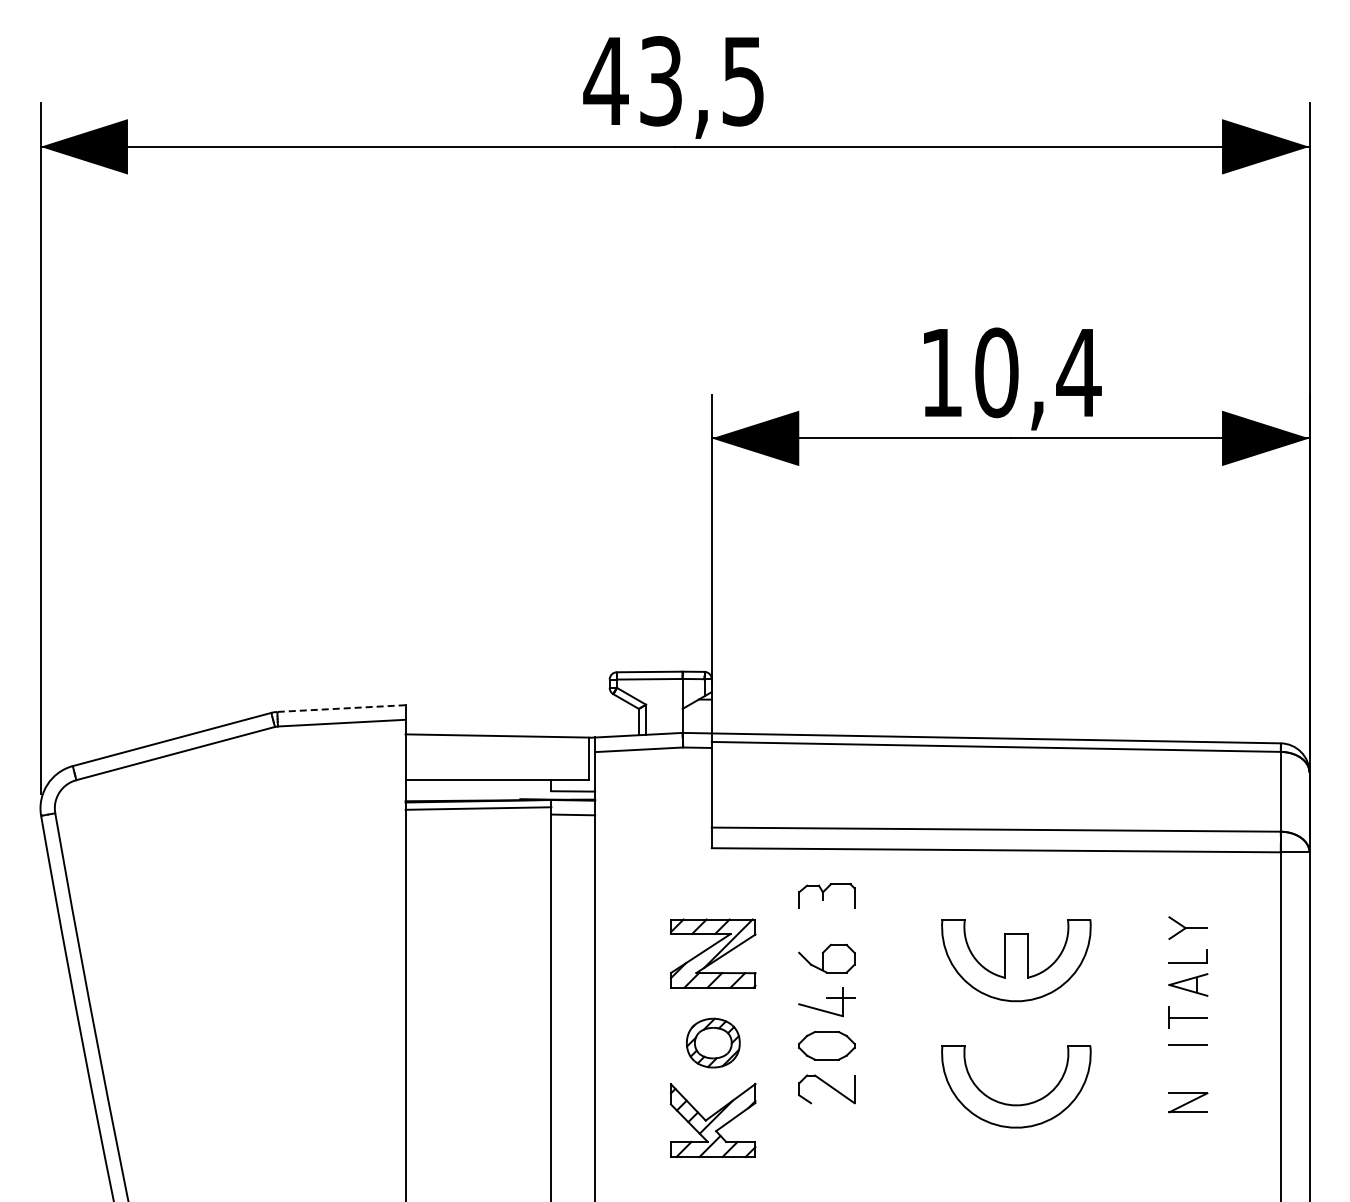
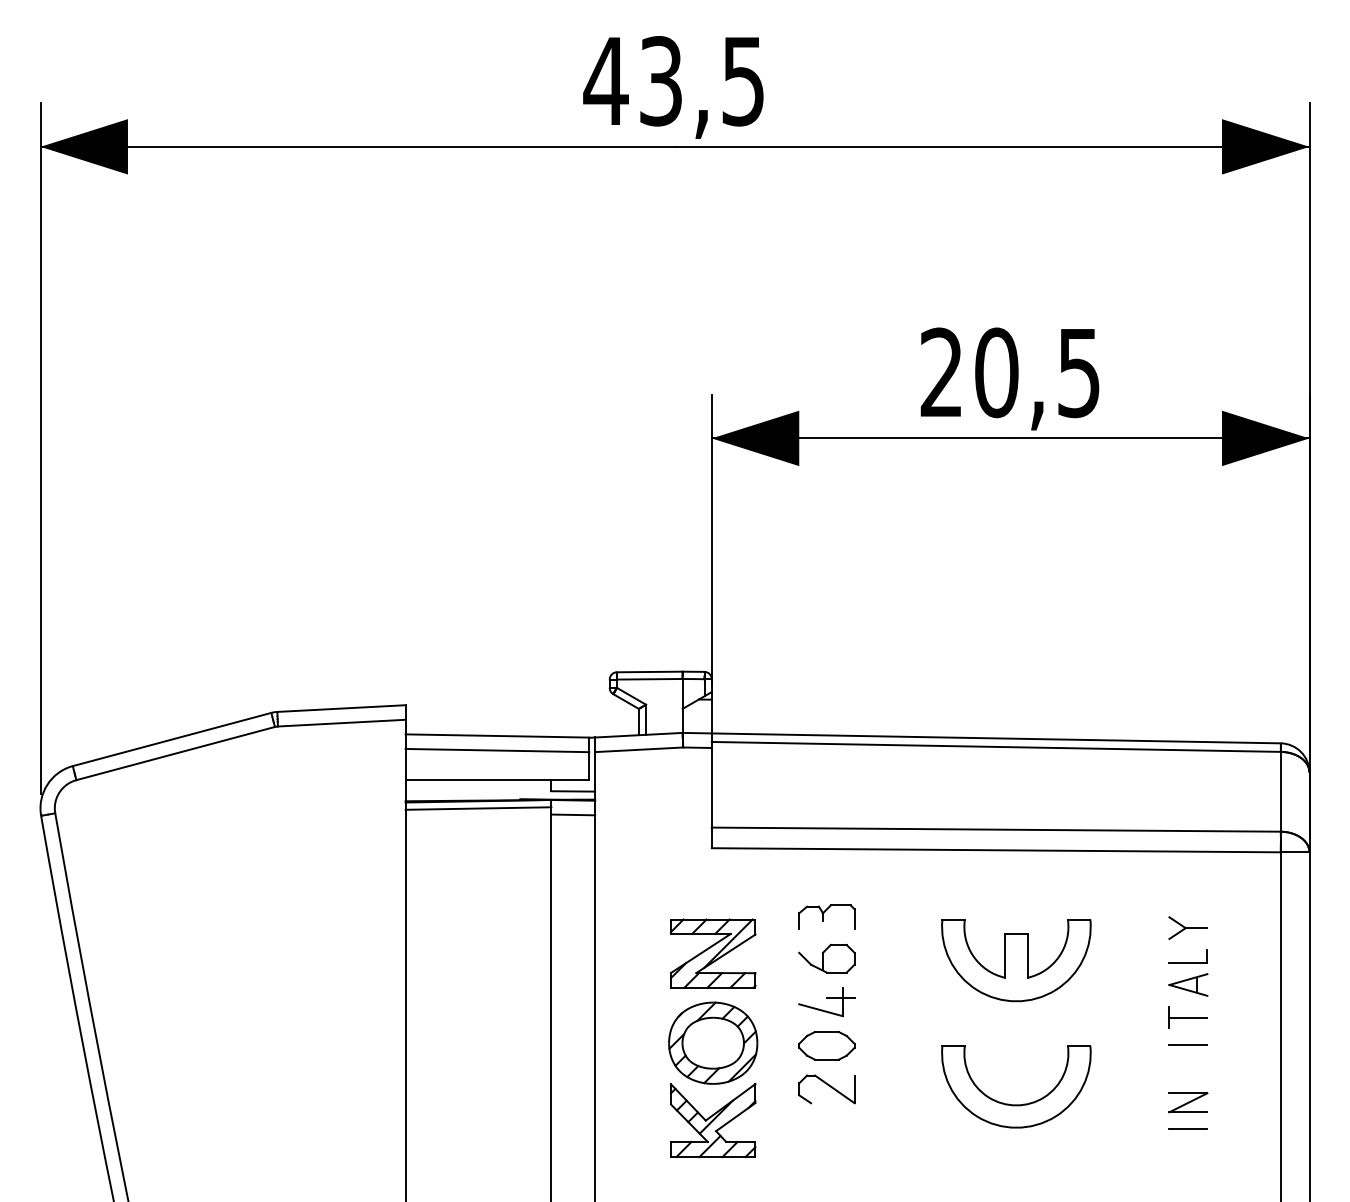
text at (1010, 372): 10,4 -> 20,5
line at (341, 708): dashed -> solid
line at (497, 750): none -> present
part at (826, 895) position: (826, 895) -> (826, 916)
part at (713, 1042) size: 55x52 px -> 91x84 px
line at (1188, 1129): none -> present
